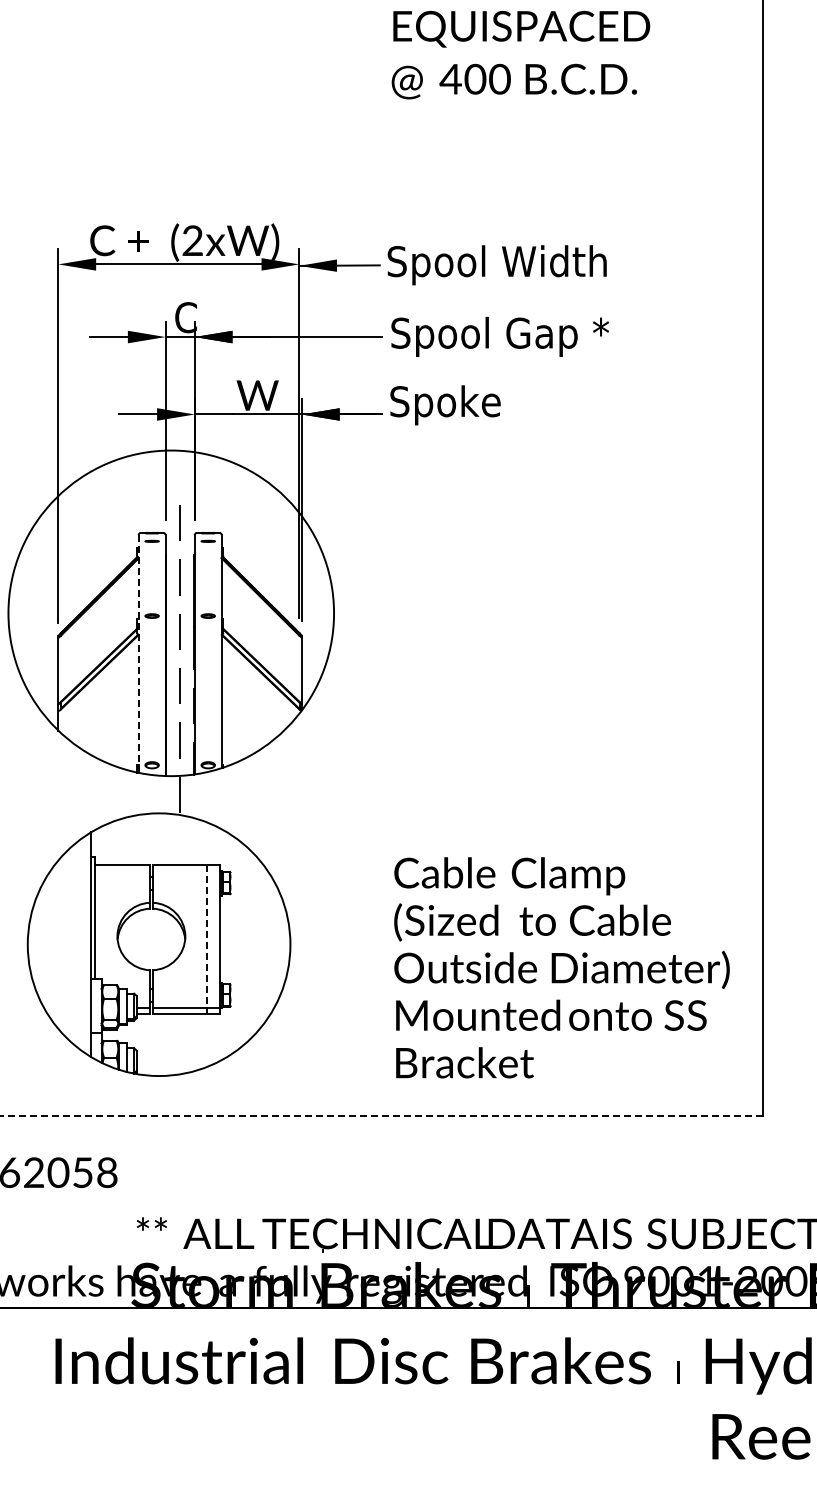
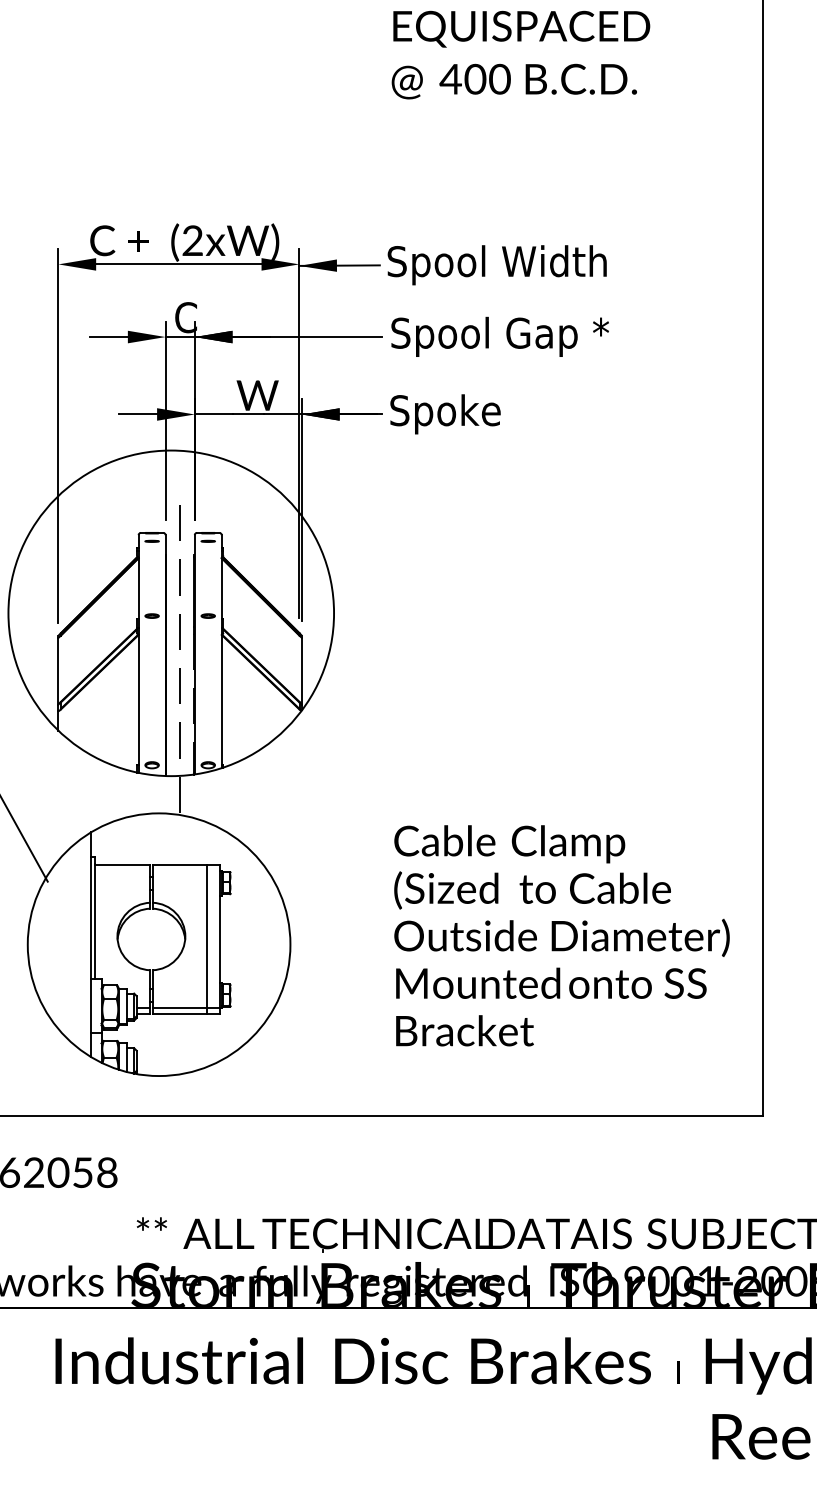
text at (445, 405) position: (445, 405) -> (445, 414)
line at (138, 654): dashed -> solid
line at (24, 840): none -> present
line at (207, 936): dashed -> solid
text at (561, 967) position: (561, 967) -> (561, 935)
line at (381, 1116): dashed -> solid
